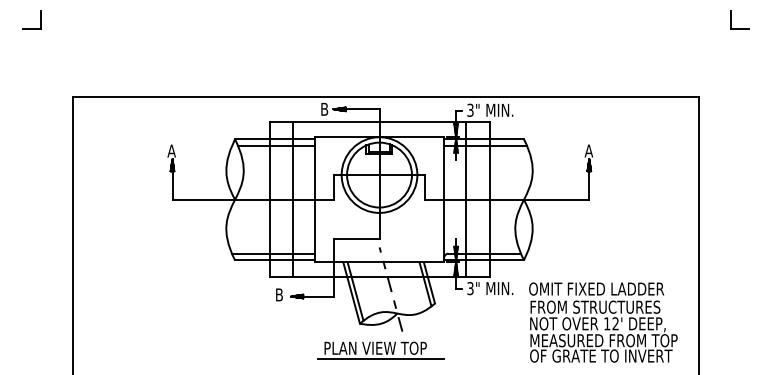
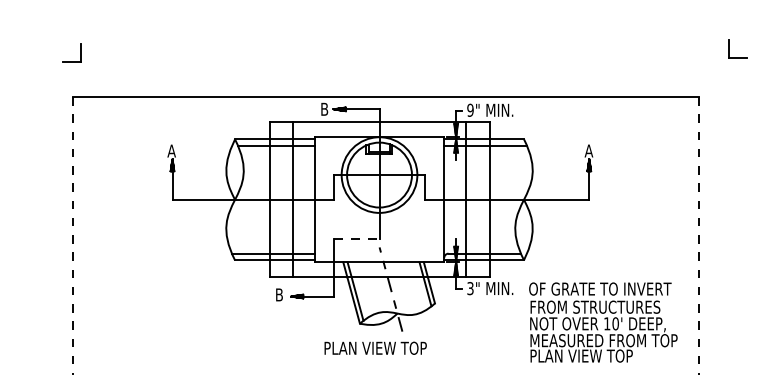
part at (40, 19) position: (40, 19) -> (80, 52)
part at (731, 19) position: (731, 19) -> (729, 48)
text at (470, 109): 3" -> 9"
line at (73, 236): solid -> dashed
line at (698, 236): solid -> dashed
line at (356, 238): solid -> dashed
text at (606, 288): OMIT FIXED LADDER -> OF GRATE TO INVERT
text at (615, 323): 12' -> 10'
text at (601, 355): OF GRATE TO INVERT -> PLAN VIEW TOP
line at (380, 358): present -> none
